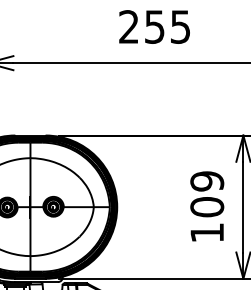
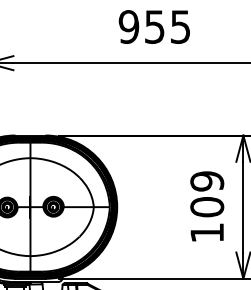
text at (128, 26): 255 -> 955
